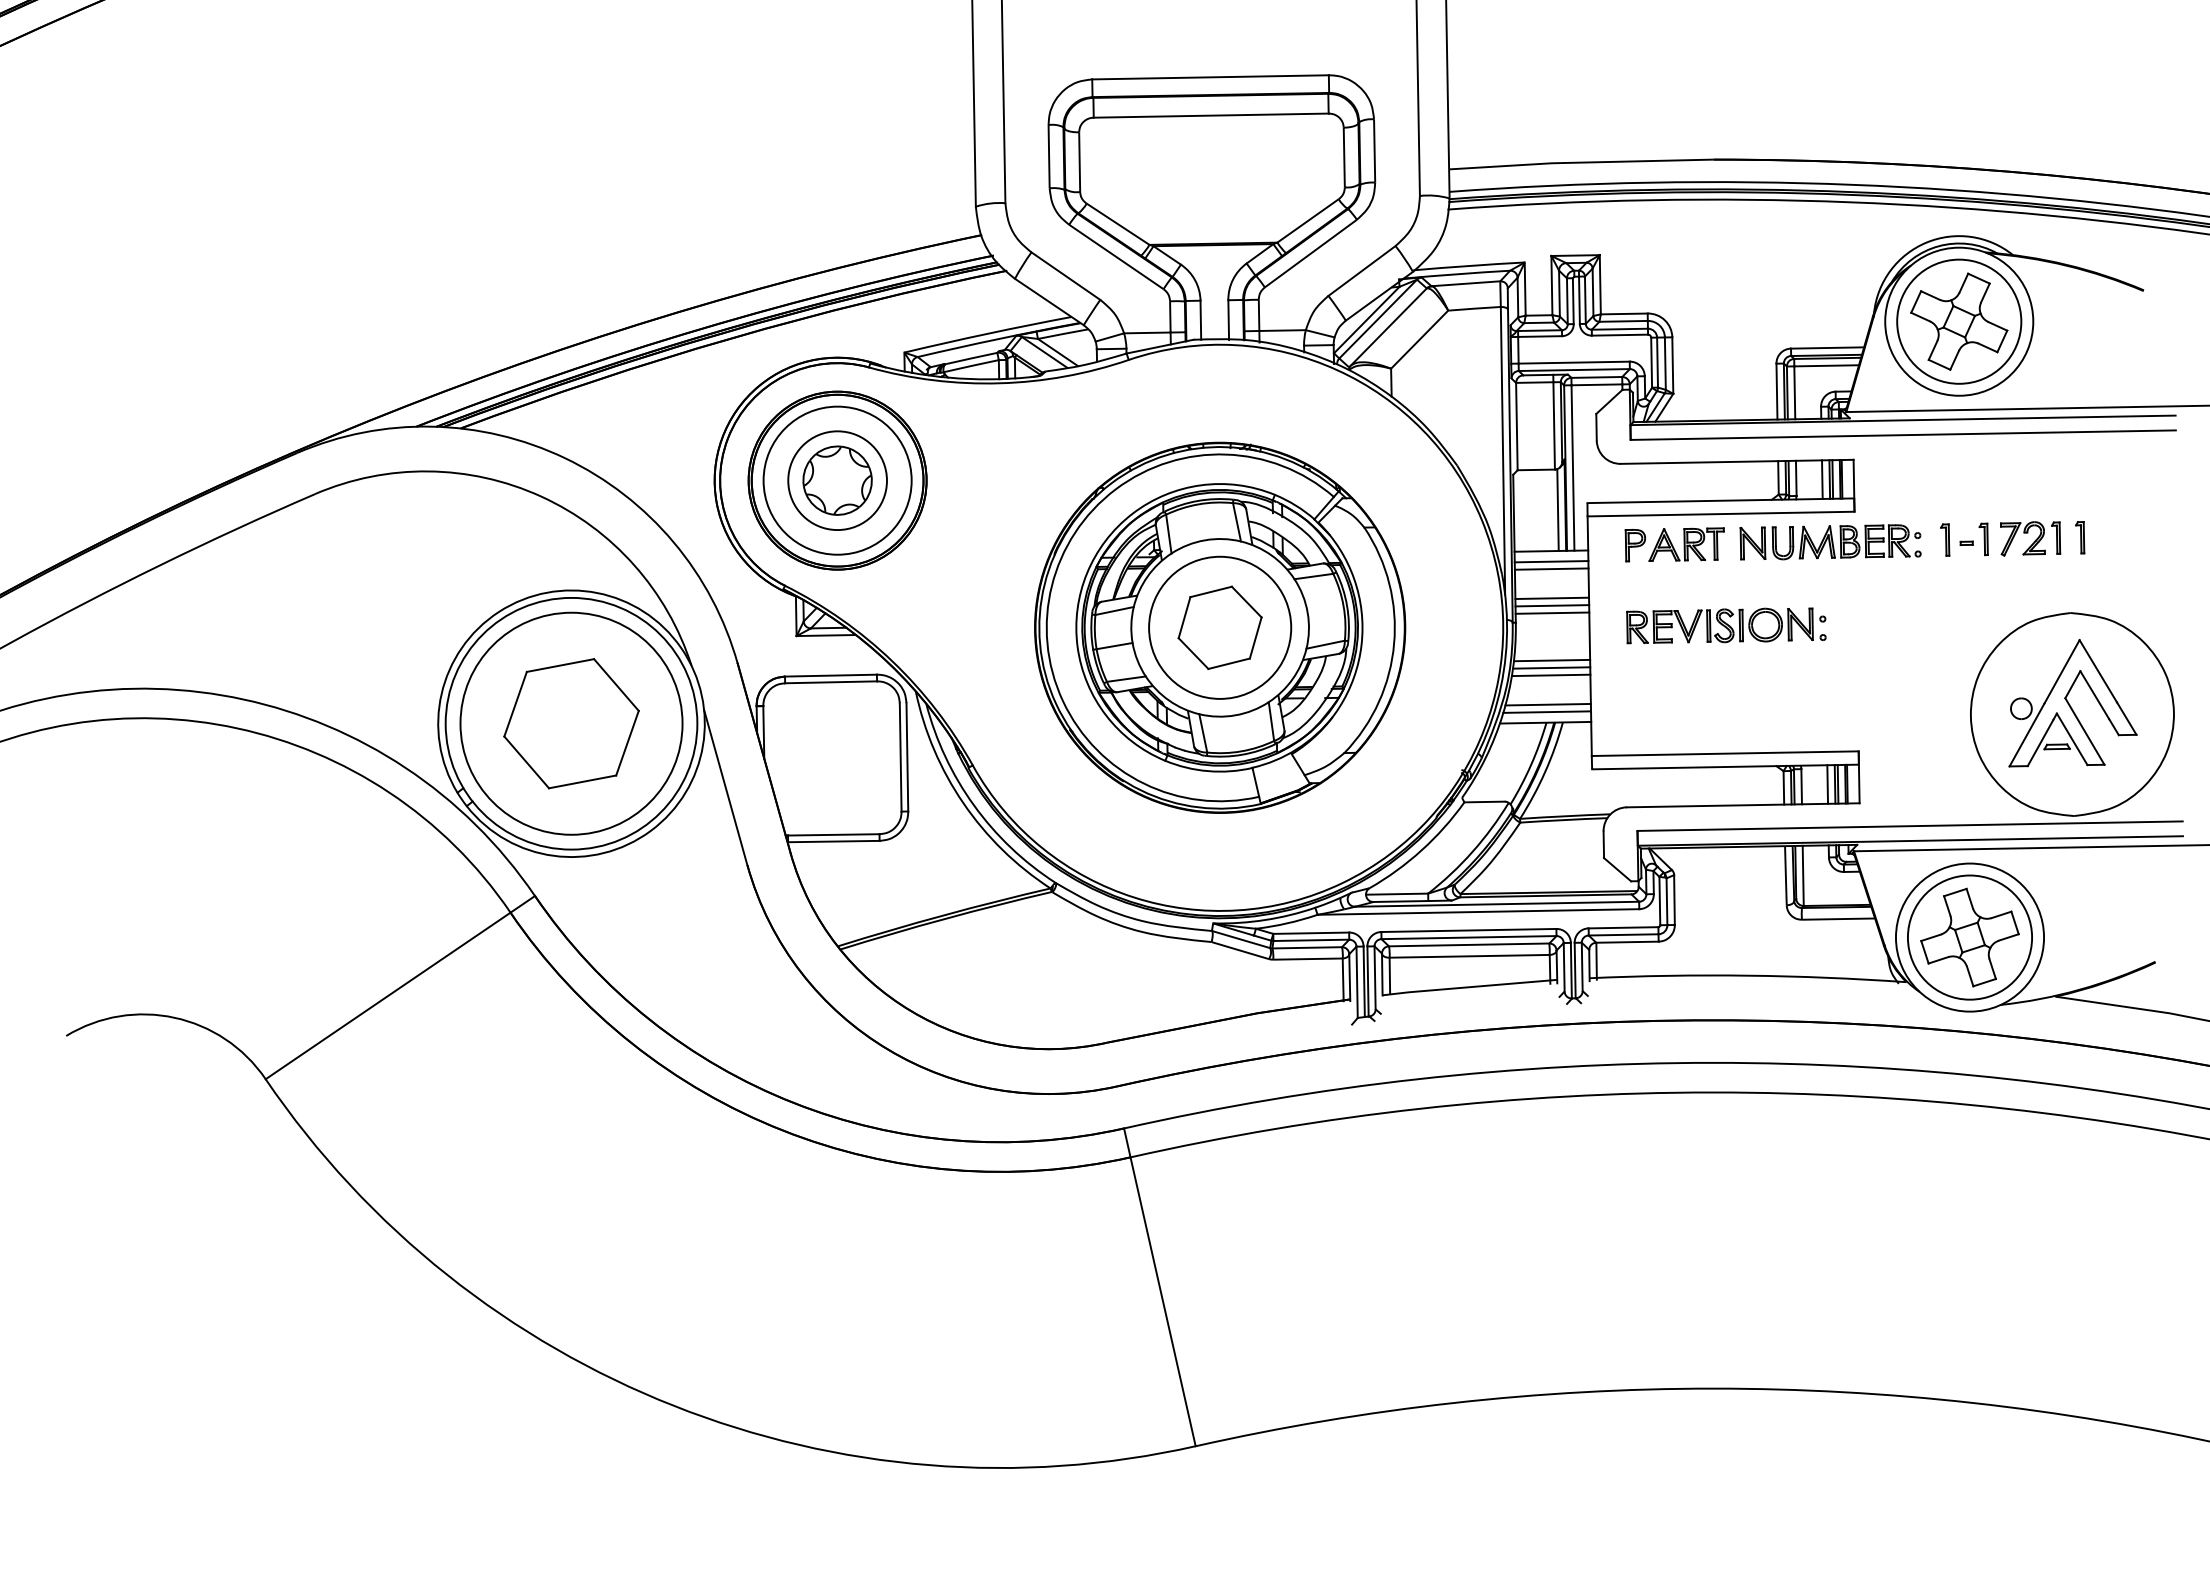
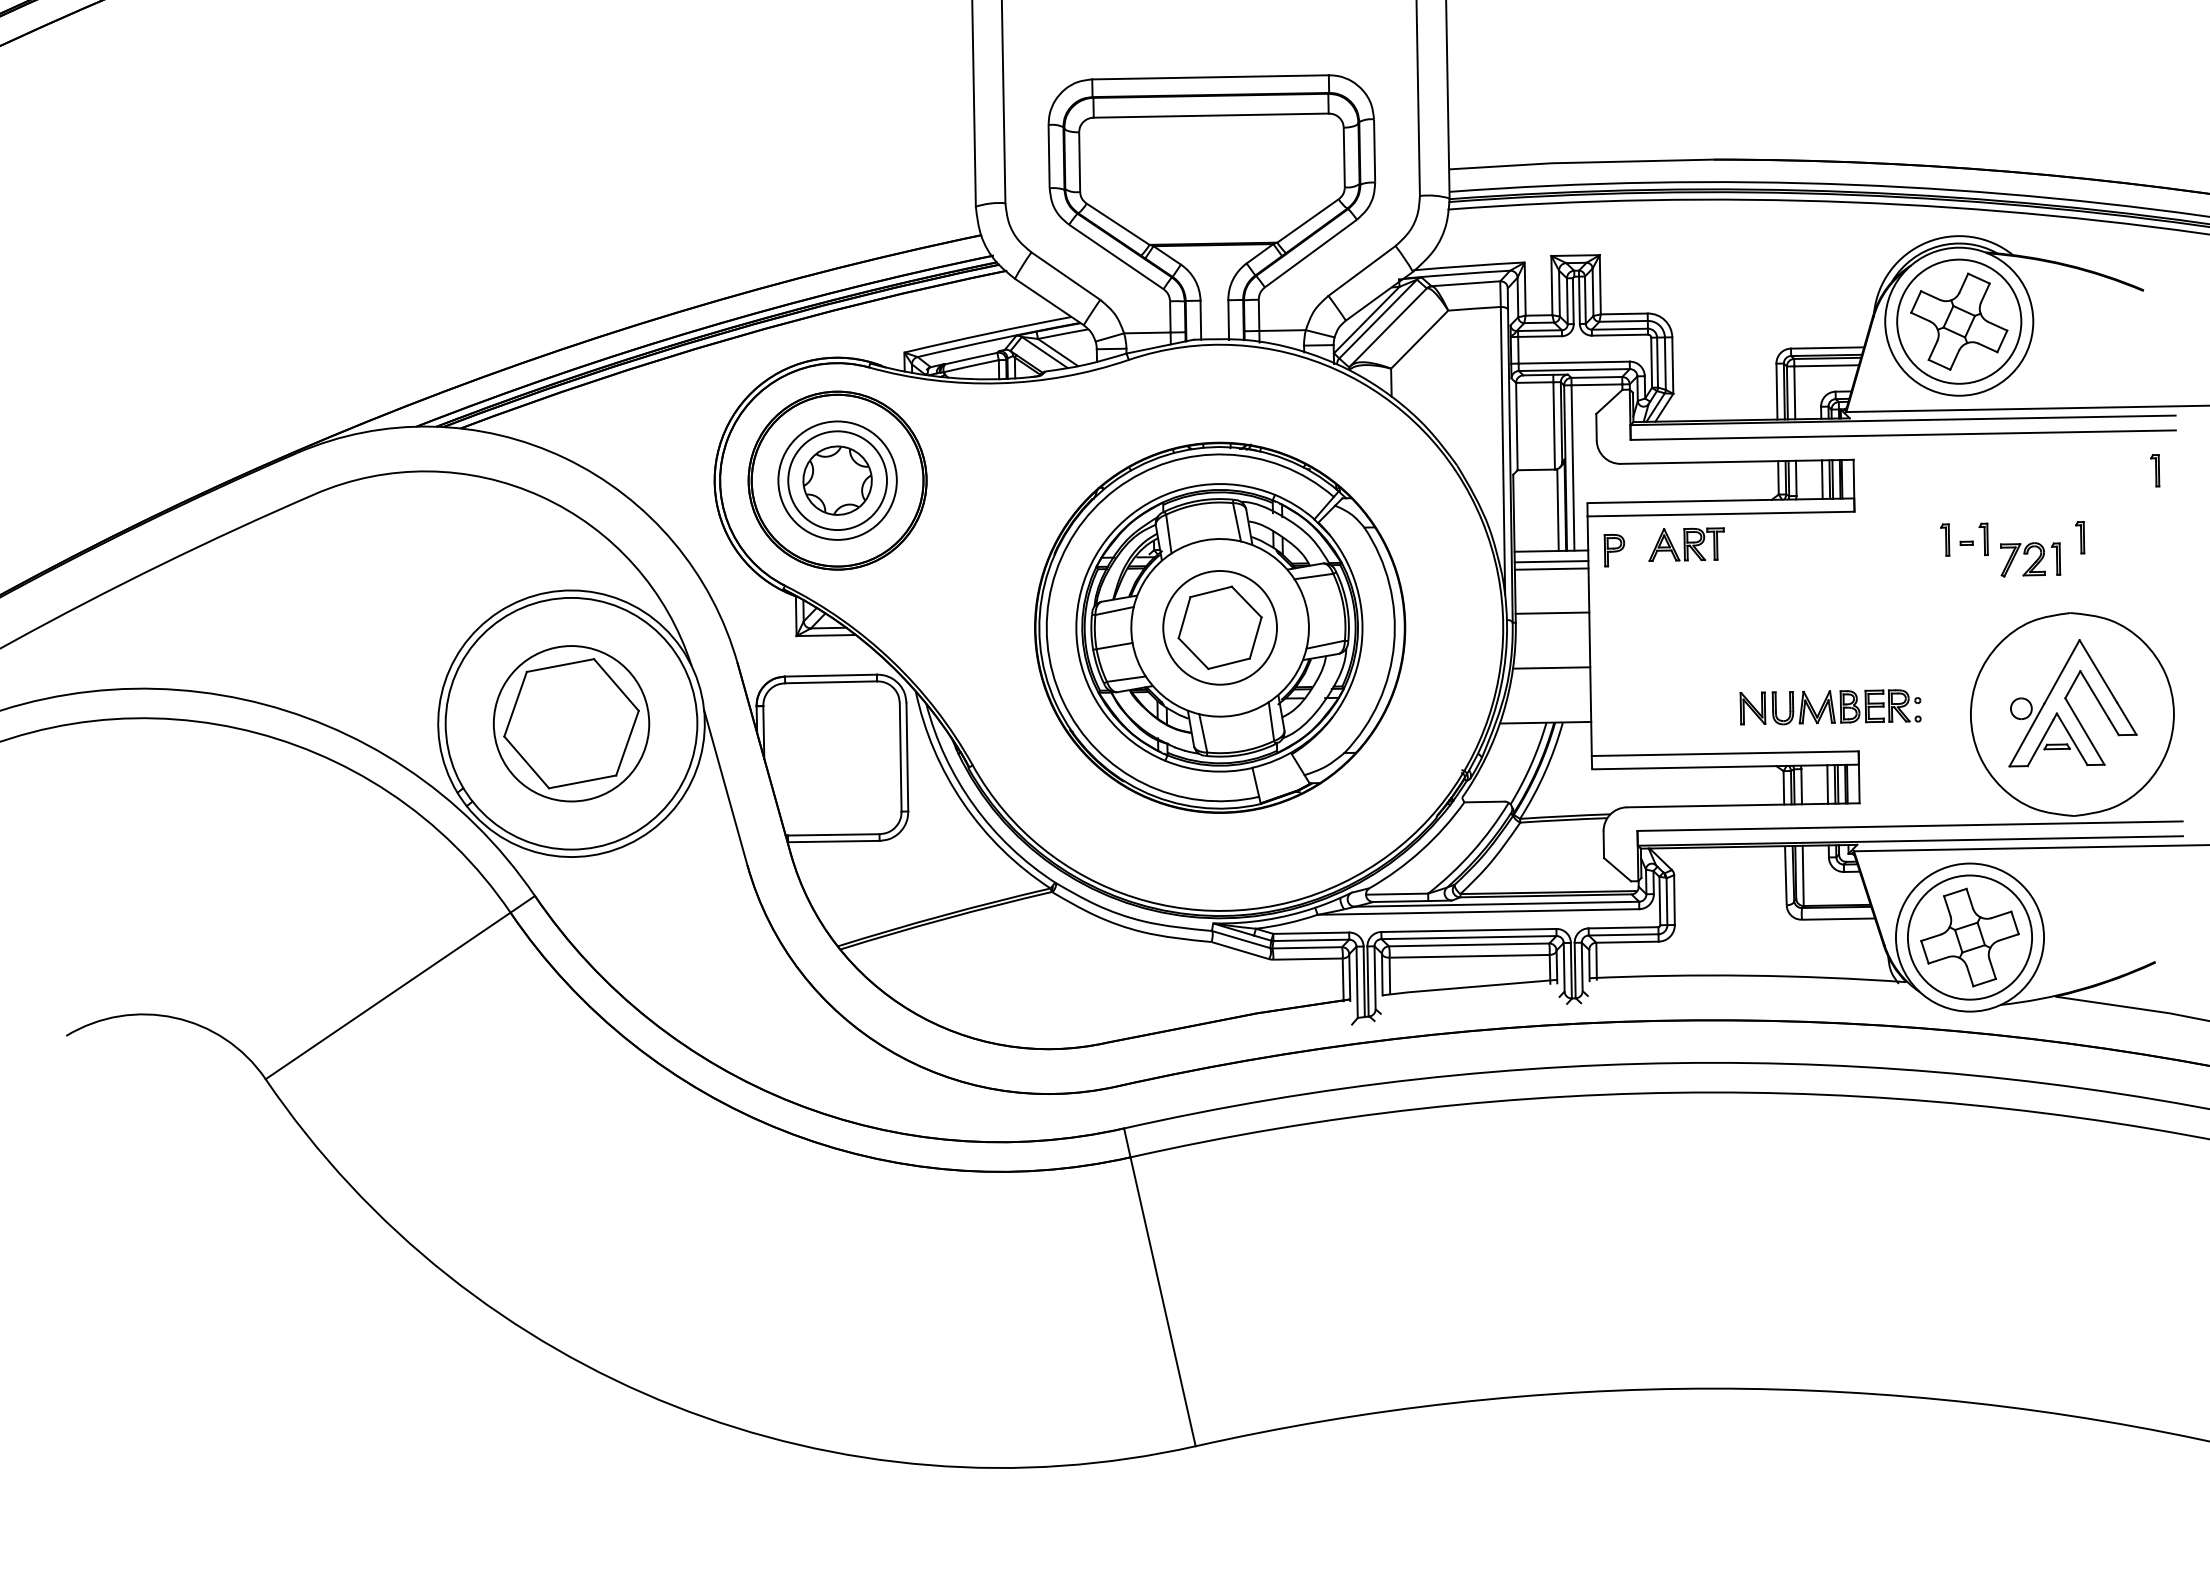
part at (2155, 470): none -> present
circle at (837, 480) diameter: 148 px -> 118 px
part at (2030, 538) position: (2030, 538) -> (2030, 559)
part at (1830, 542) position: (1830, 542) -> (1830, 707)
part at (1634, 545) position: (1634, 545) -> (1613, 550)
line at (1552, 598): present -> none
line at (1552, 605): present -> none
part at (1726, 625): present -> none
circle at (1220, 627) diameter: 142 px -> 114 px
line at (1551, 660): present -> none
line at (1550, 675): present -> none
line at (1547, 704): present -> none
line at (1547, 711): present -> none
circle at (571, 723) diameter: 222 px -> 155 px
